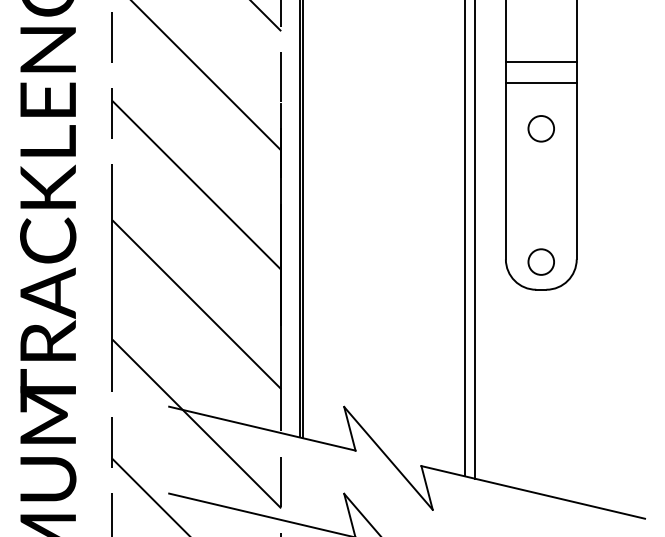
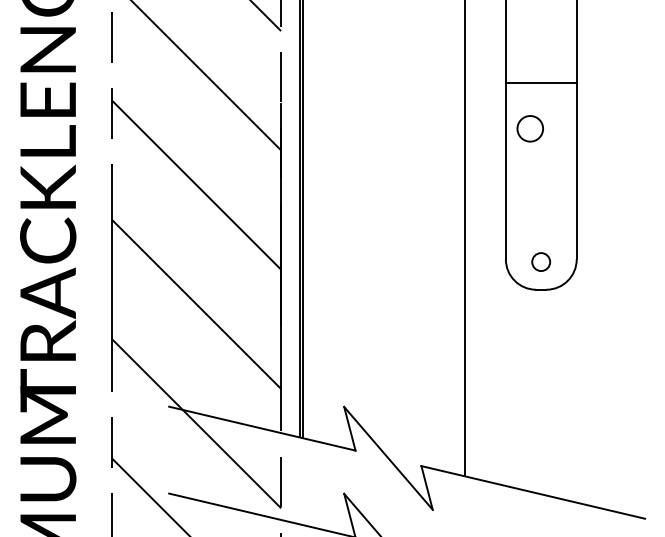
line at (540, 62): present -> none
circle at (540, 128) position: (540, 128) -> (529, 128)
line at (475, 240): present -> none
circle at (540, 261) size: 28x28 px -> 20x20 px
